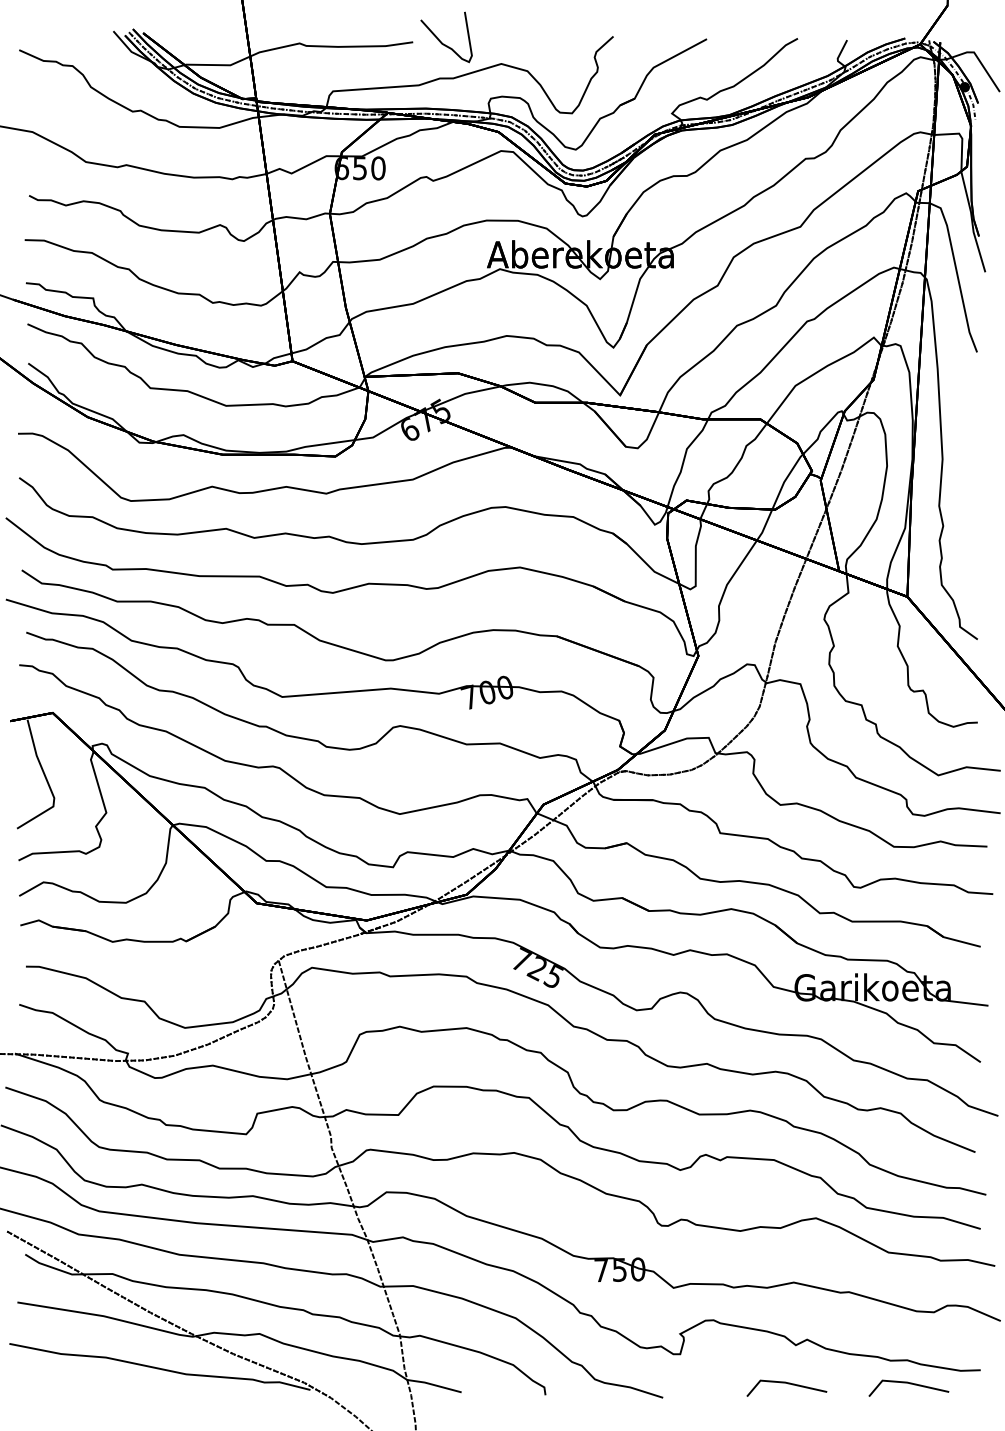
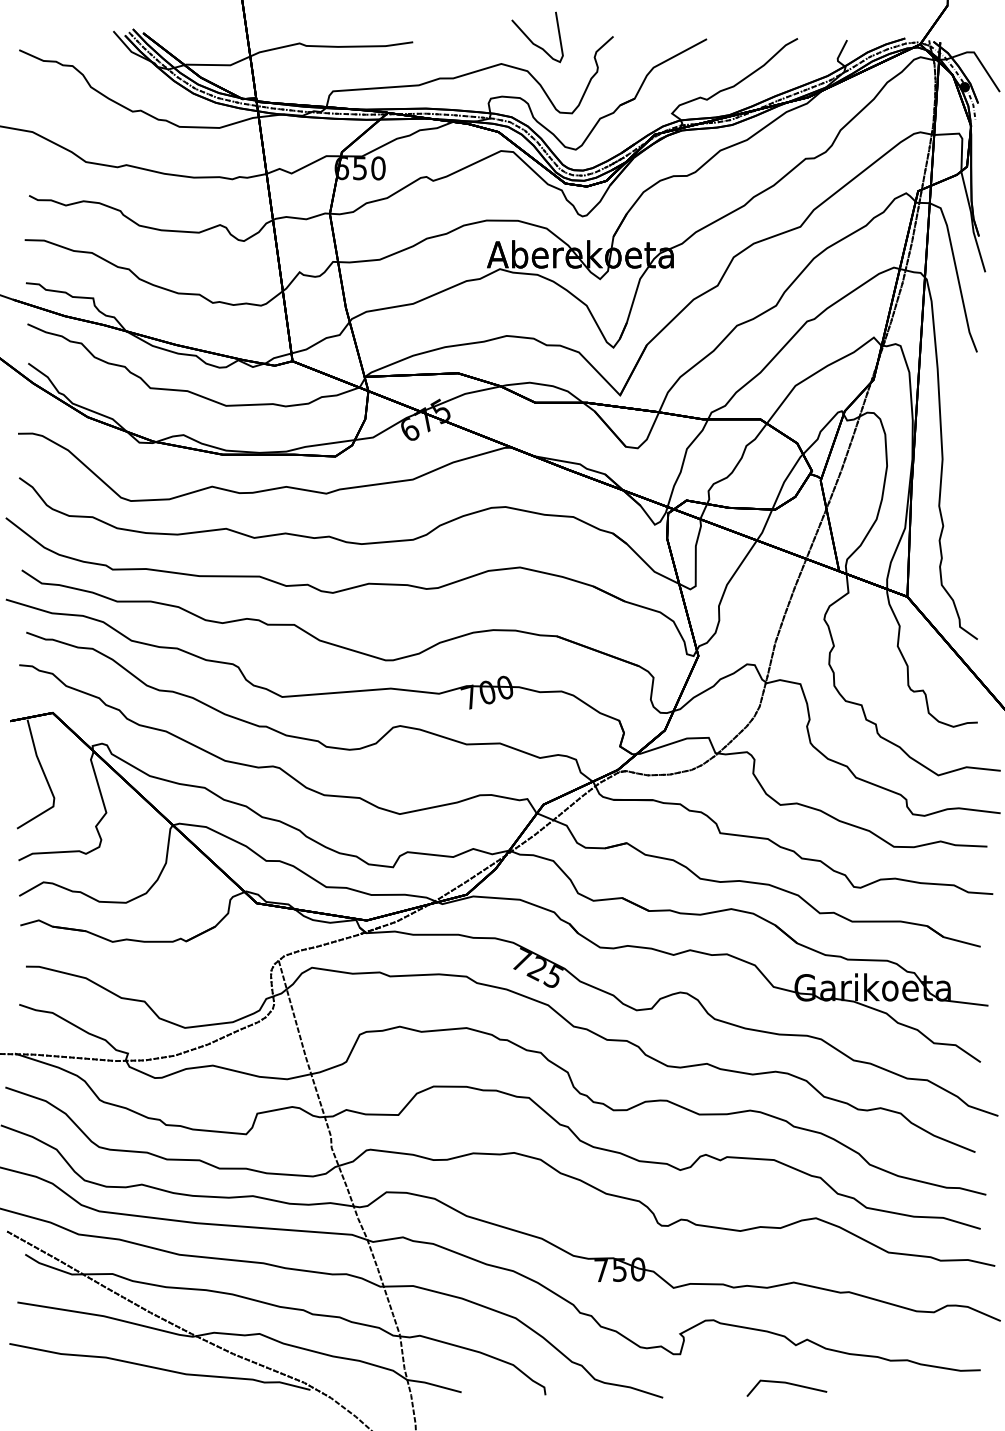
curve at (441, 41) position: (441, 41) -> (532, 41)
line at (910, 1384): present -> none
